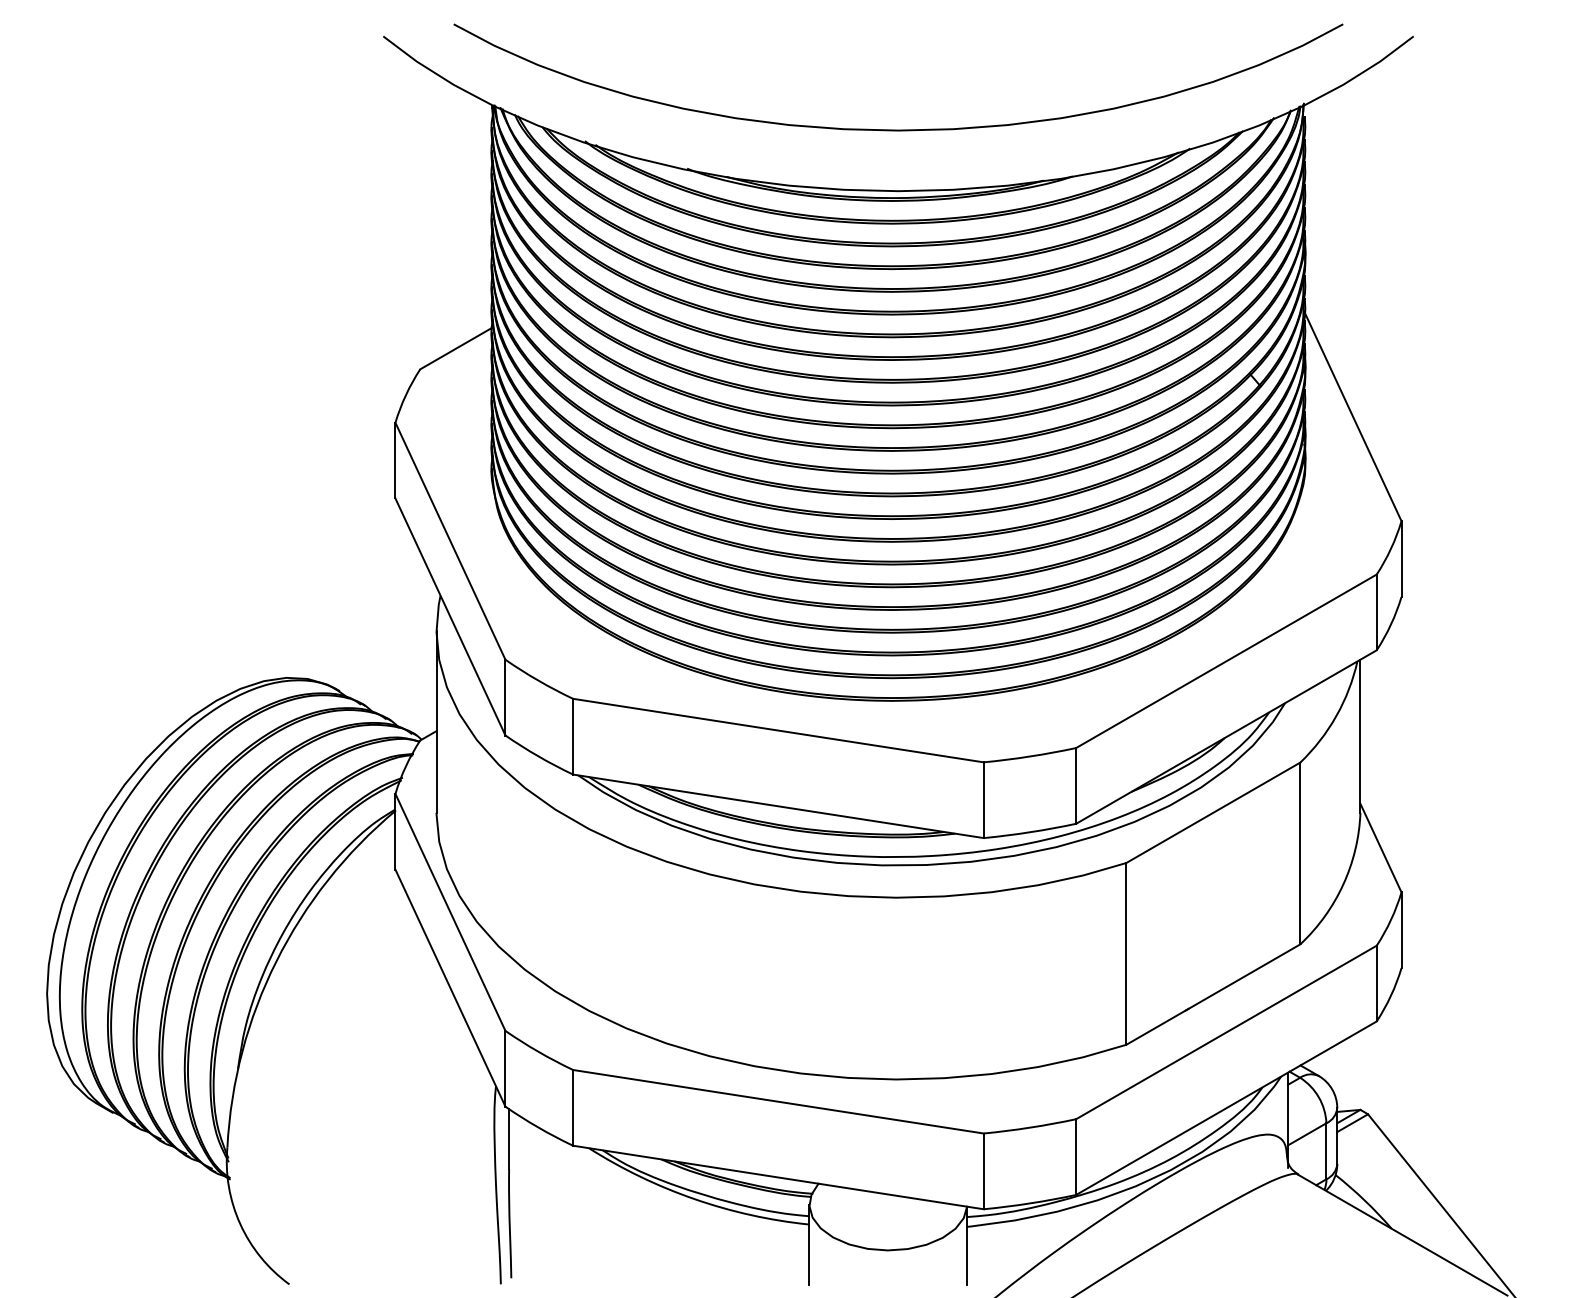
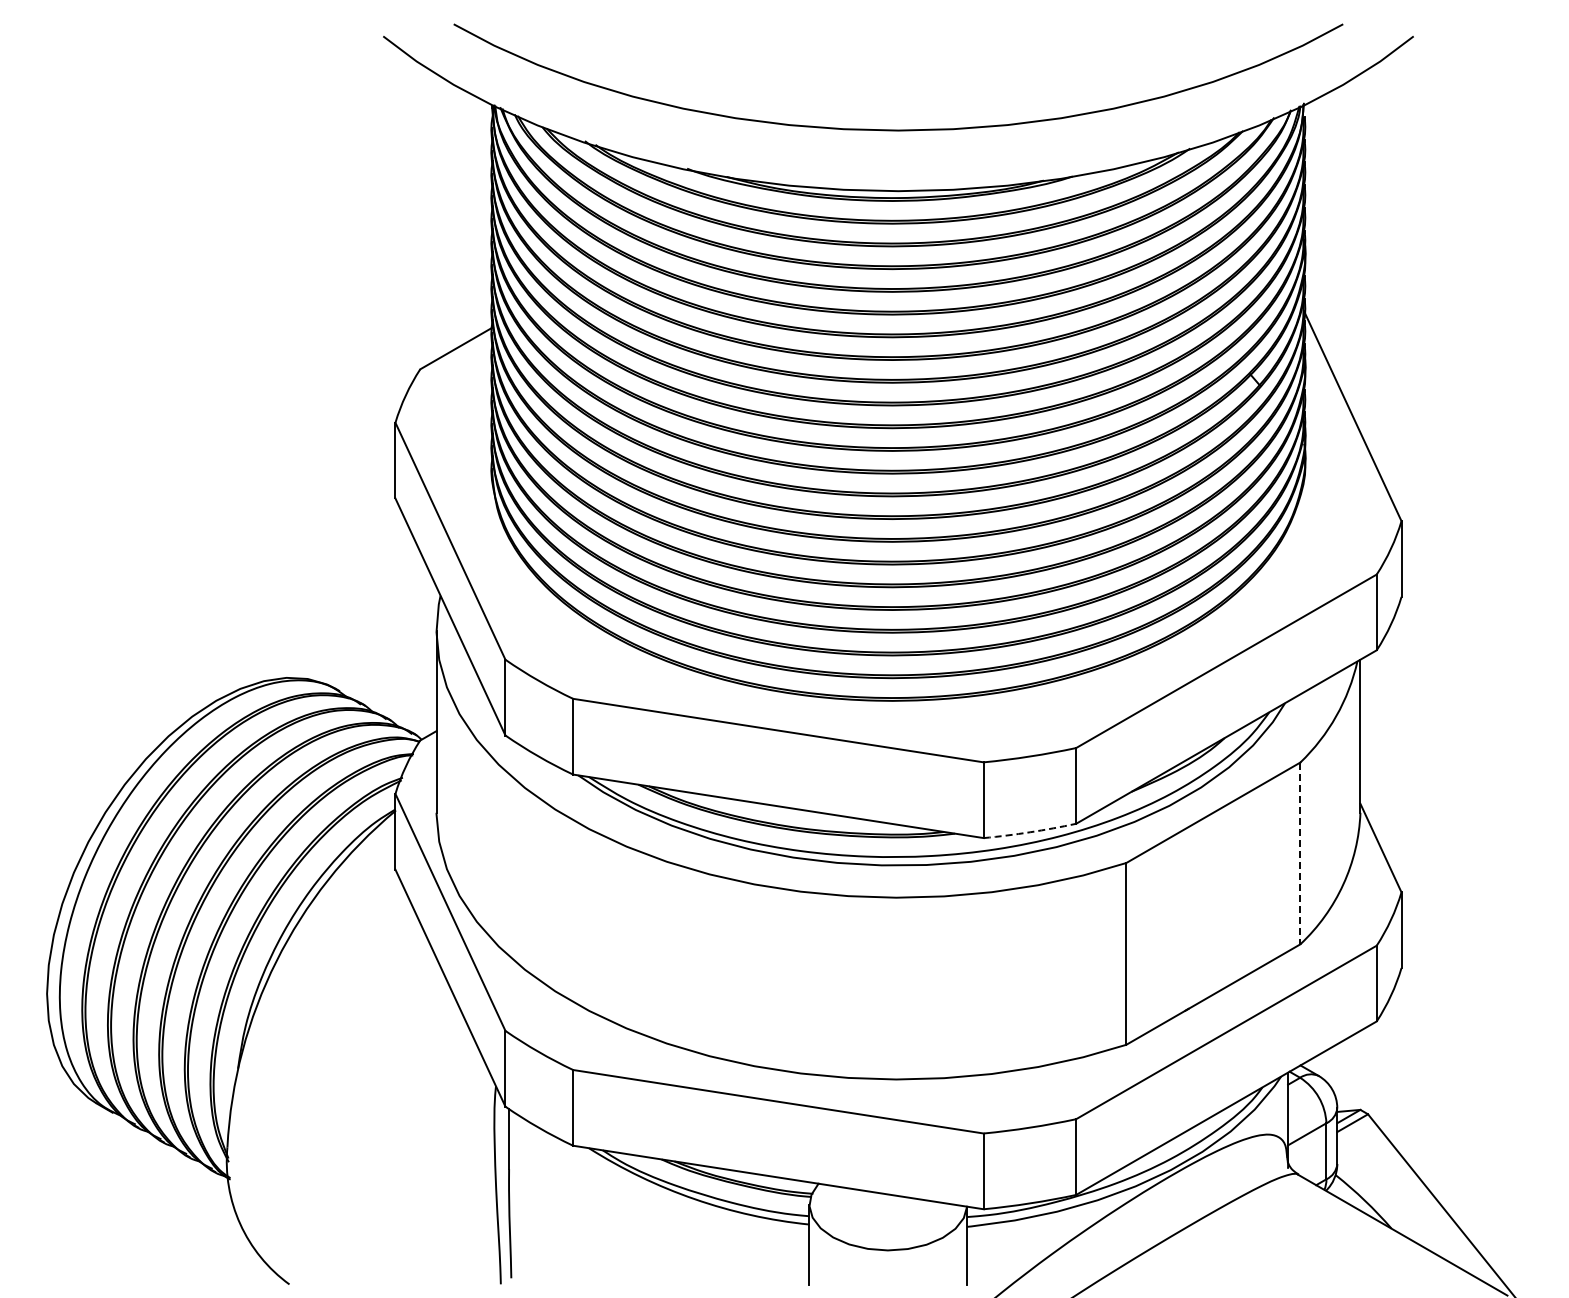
arc at (1030, 832): solid -> dashed
line at (1300, 853): solid -> dashed
